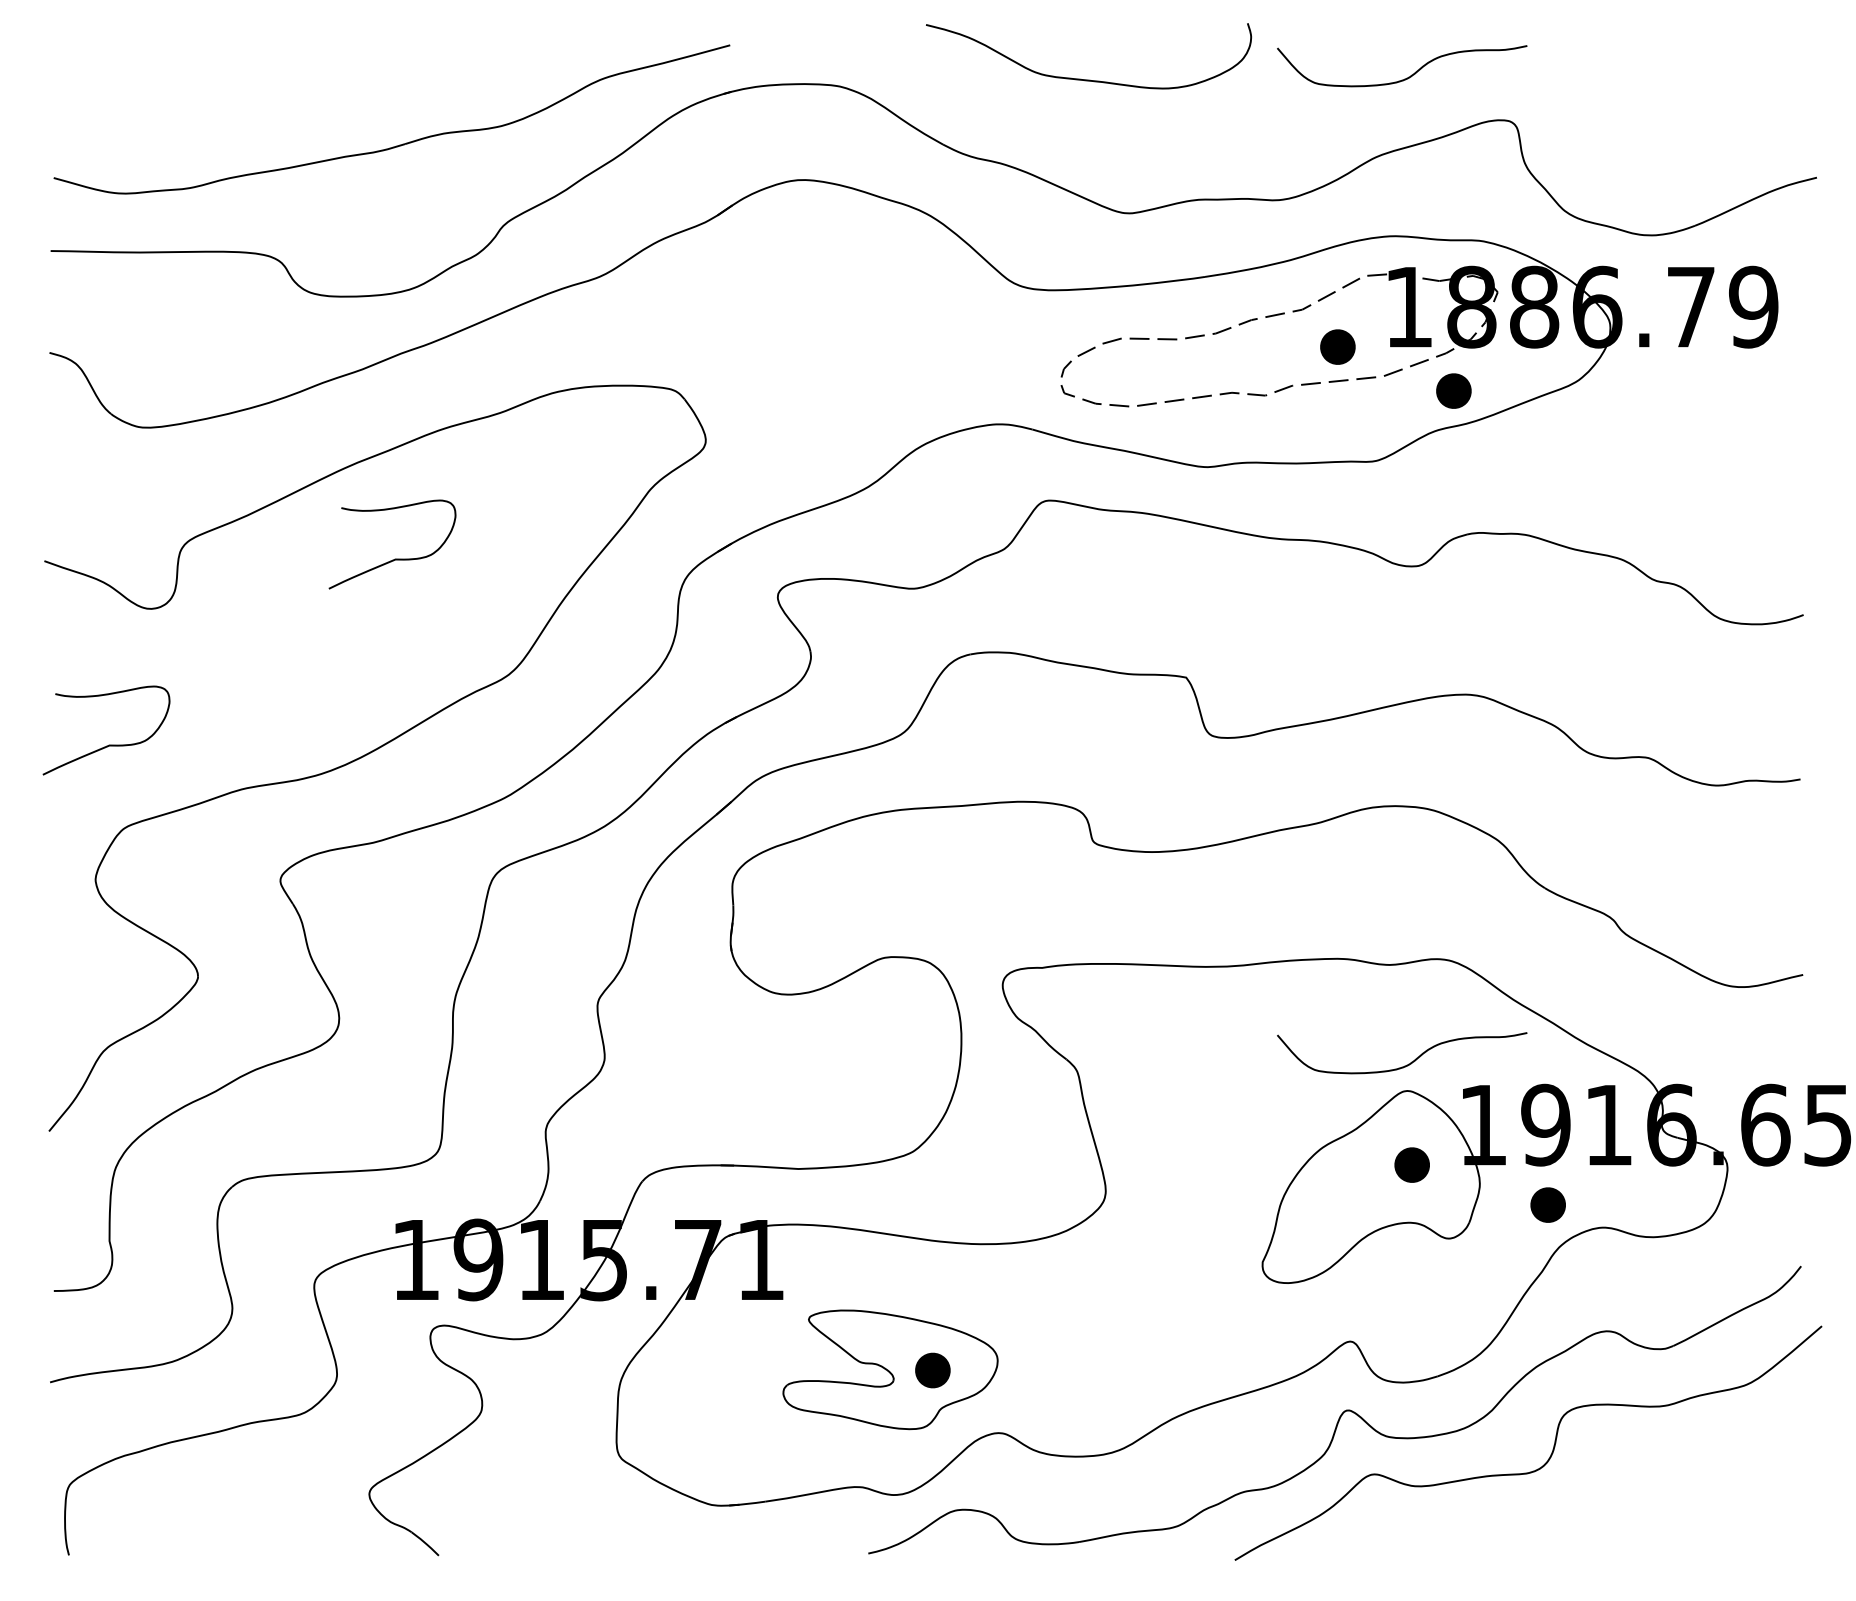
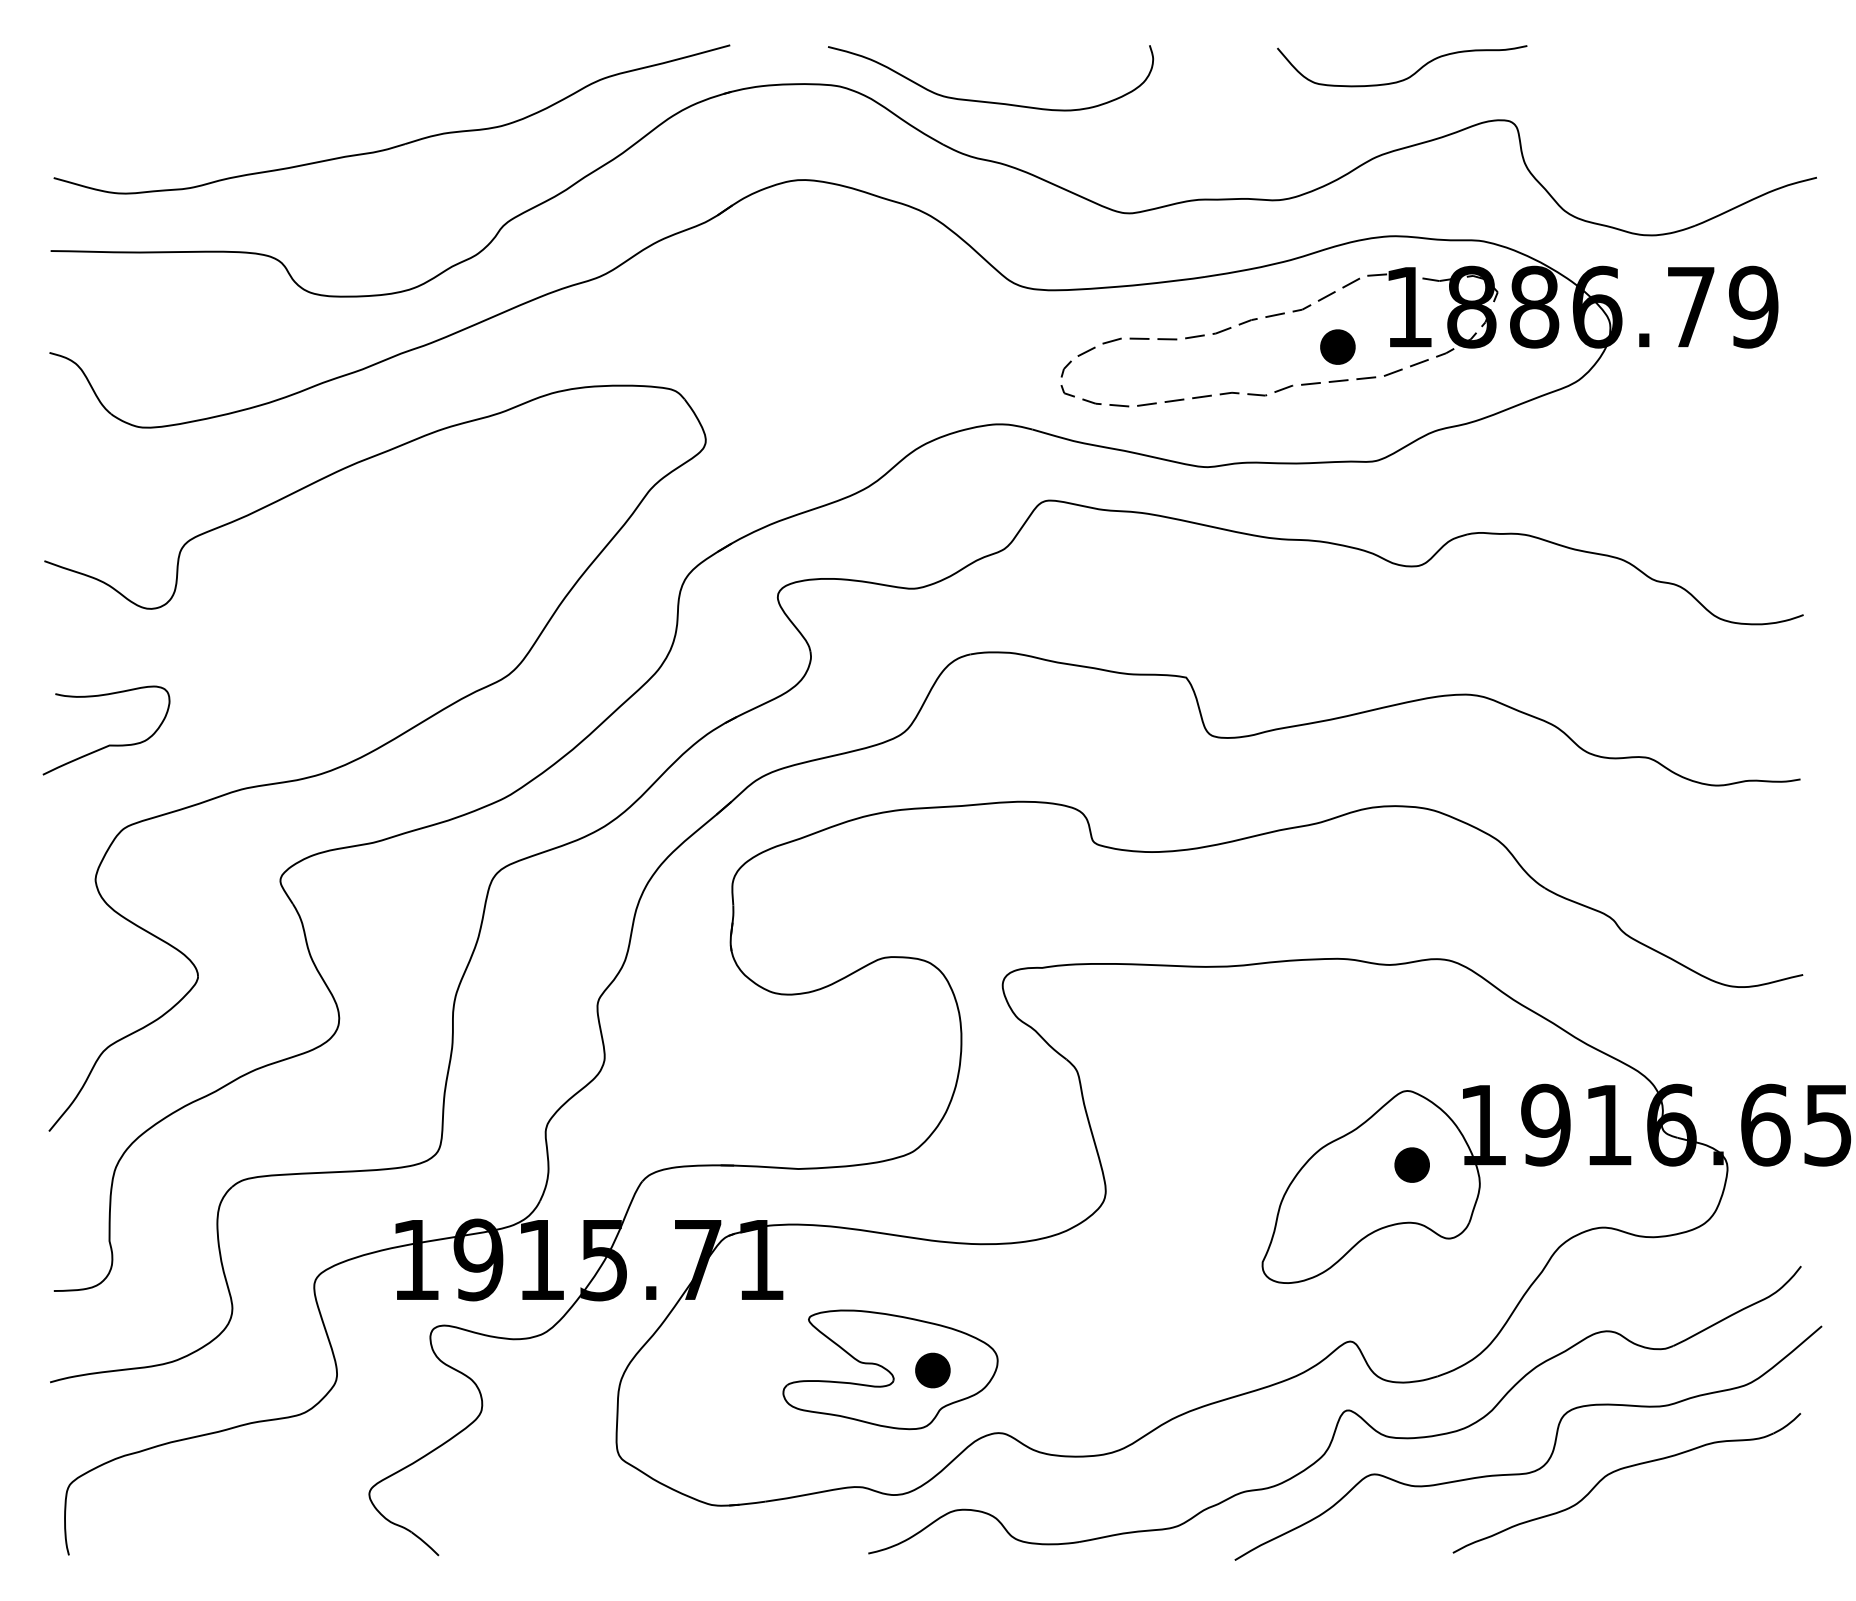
curve at (1089, 79) position: (1089, 79) -> (991, 101)
part at (1453, 390): present -> none
curve at (395, 558): present -> none
curve at (1408, 1063): present -> none
part at (1547, 1204): present -> none
part at (1623, 1469): none -> present
